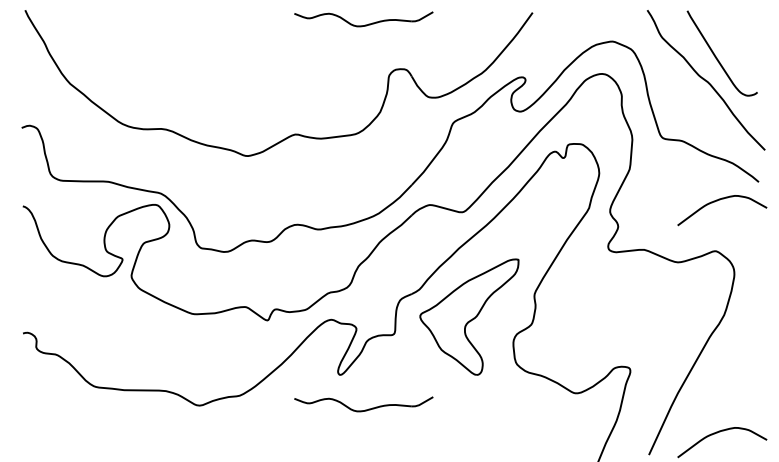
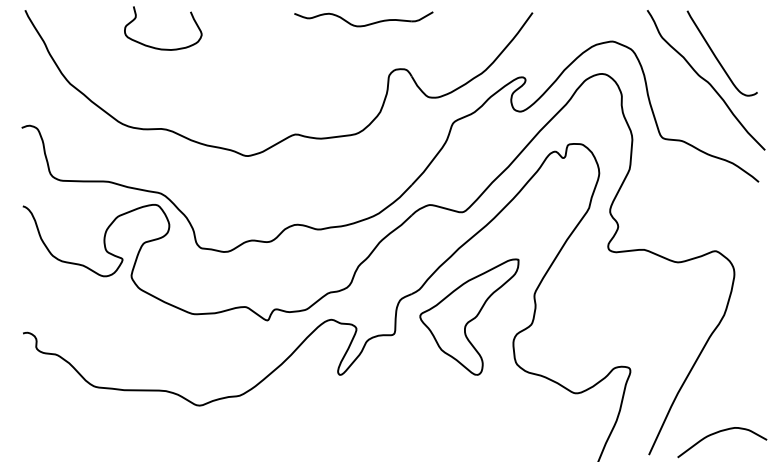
curve at (157, 47): none -> present
curve at (720, 200): present -> none
part at (363, 404): present -> none
